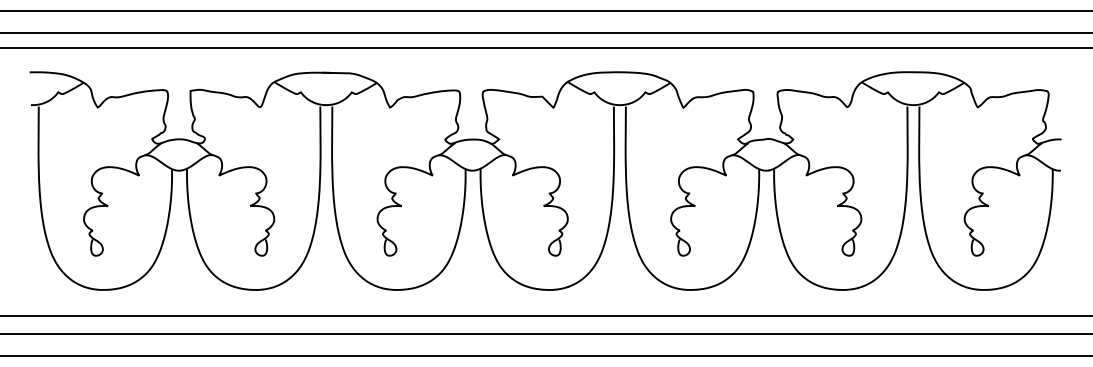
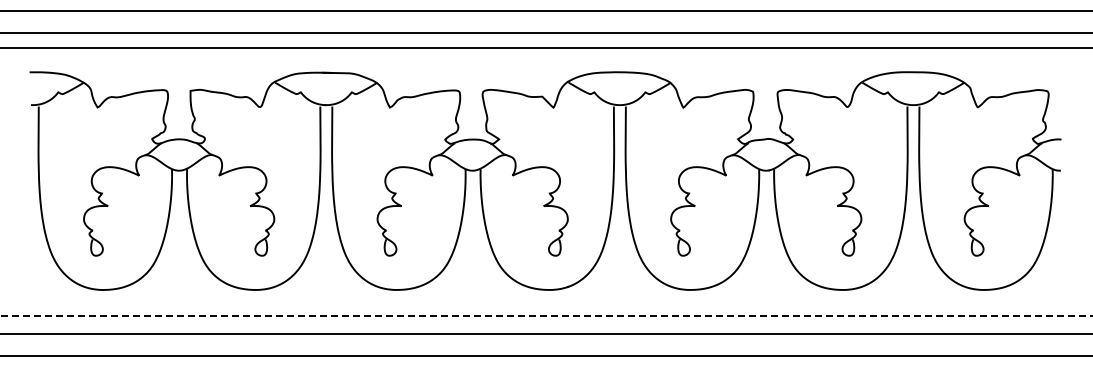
line at (546, 315): solid -> dashed
